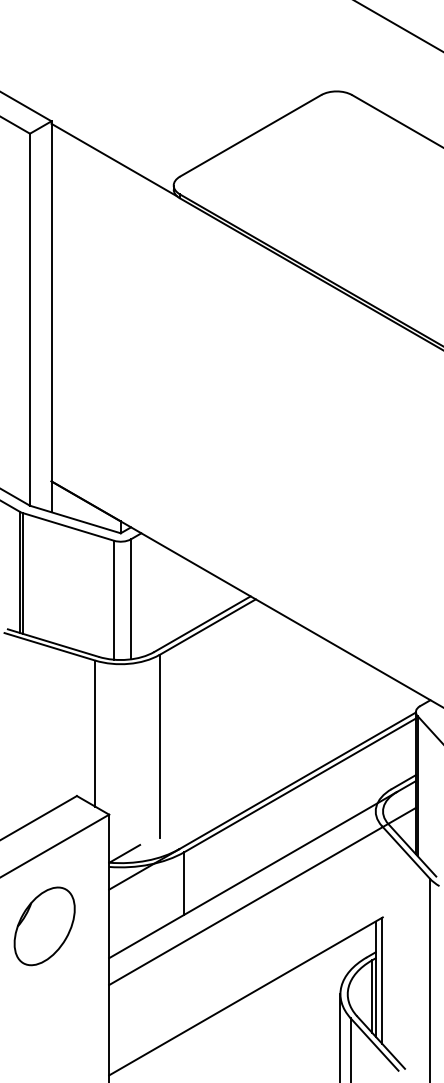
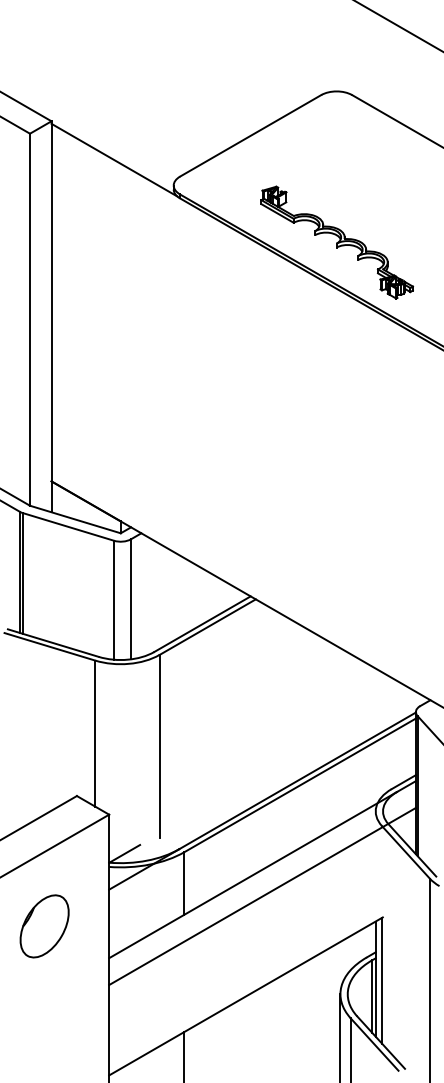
part at (337, 242): none -> present
part at (44, 926) size: 63x81 px -> 51x65 px
line at (184, 1055): none -> present
